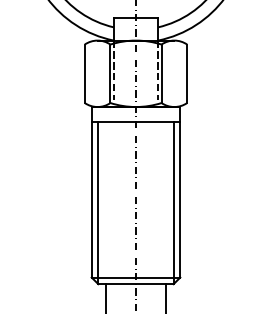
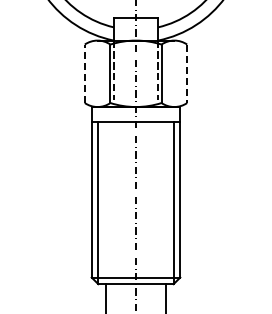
line at (84, 73): solid -> dashed
line at (187, 74): solid -> dashed
